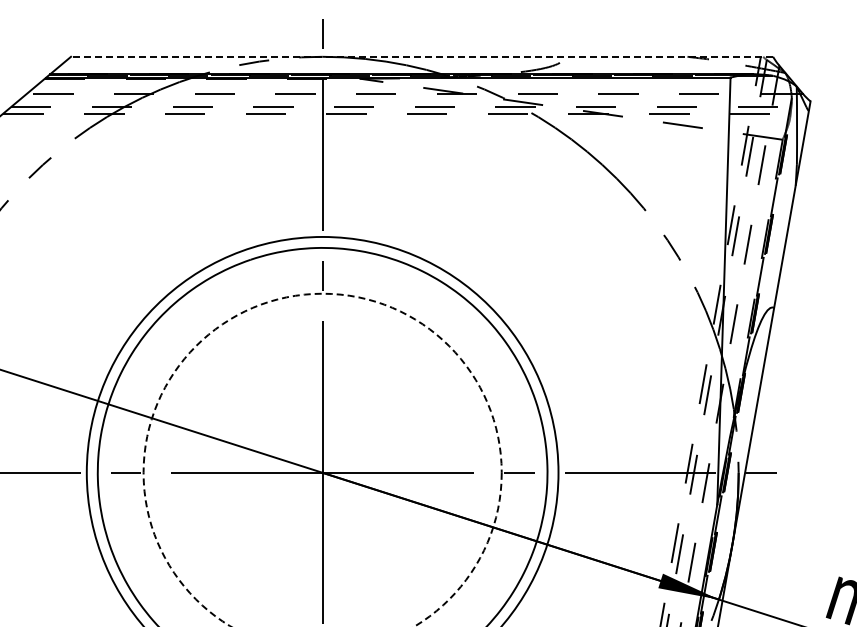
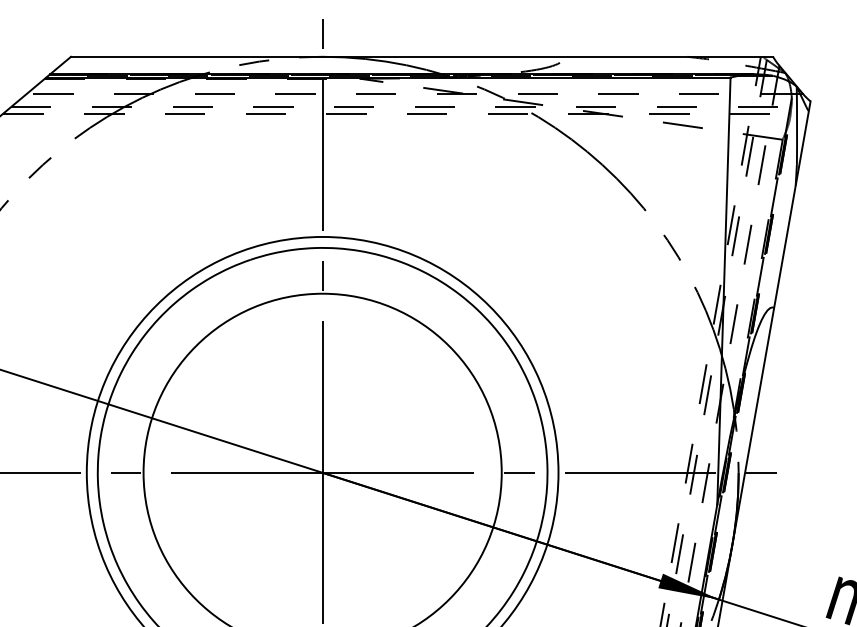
line at (421, 56): dashed -> solid
circle at (322, 459): dashed -> solid
